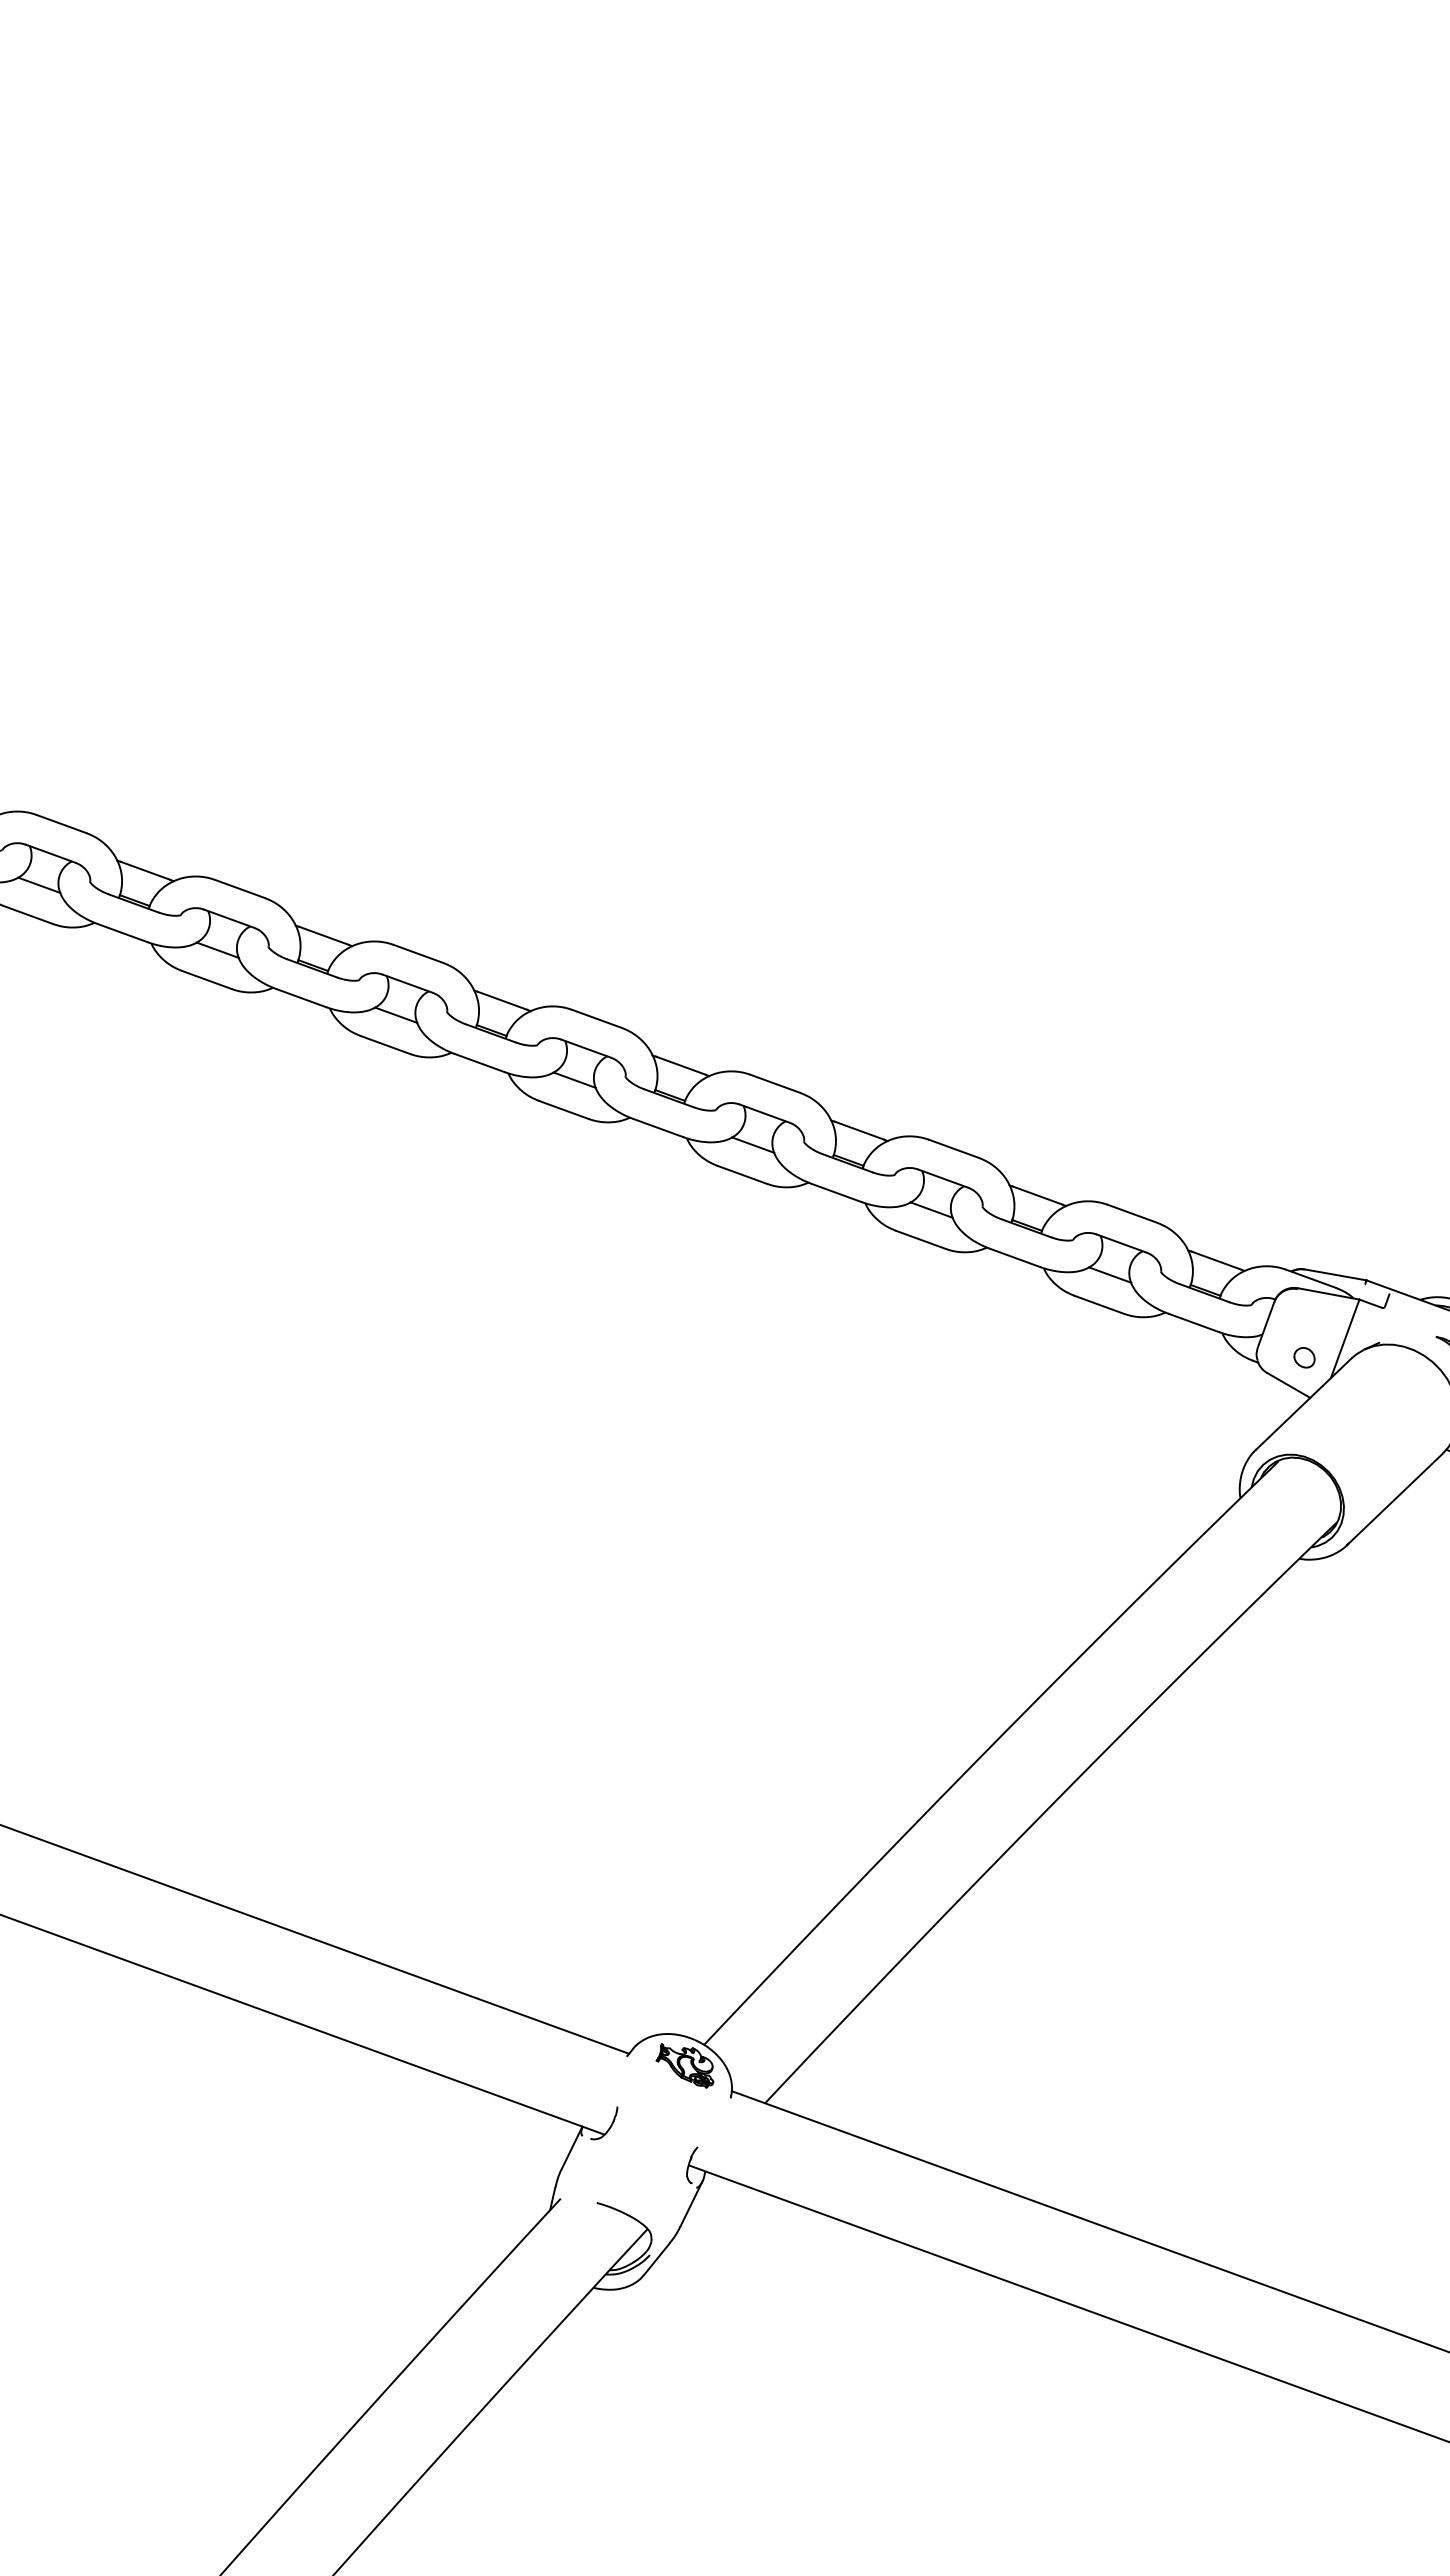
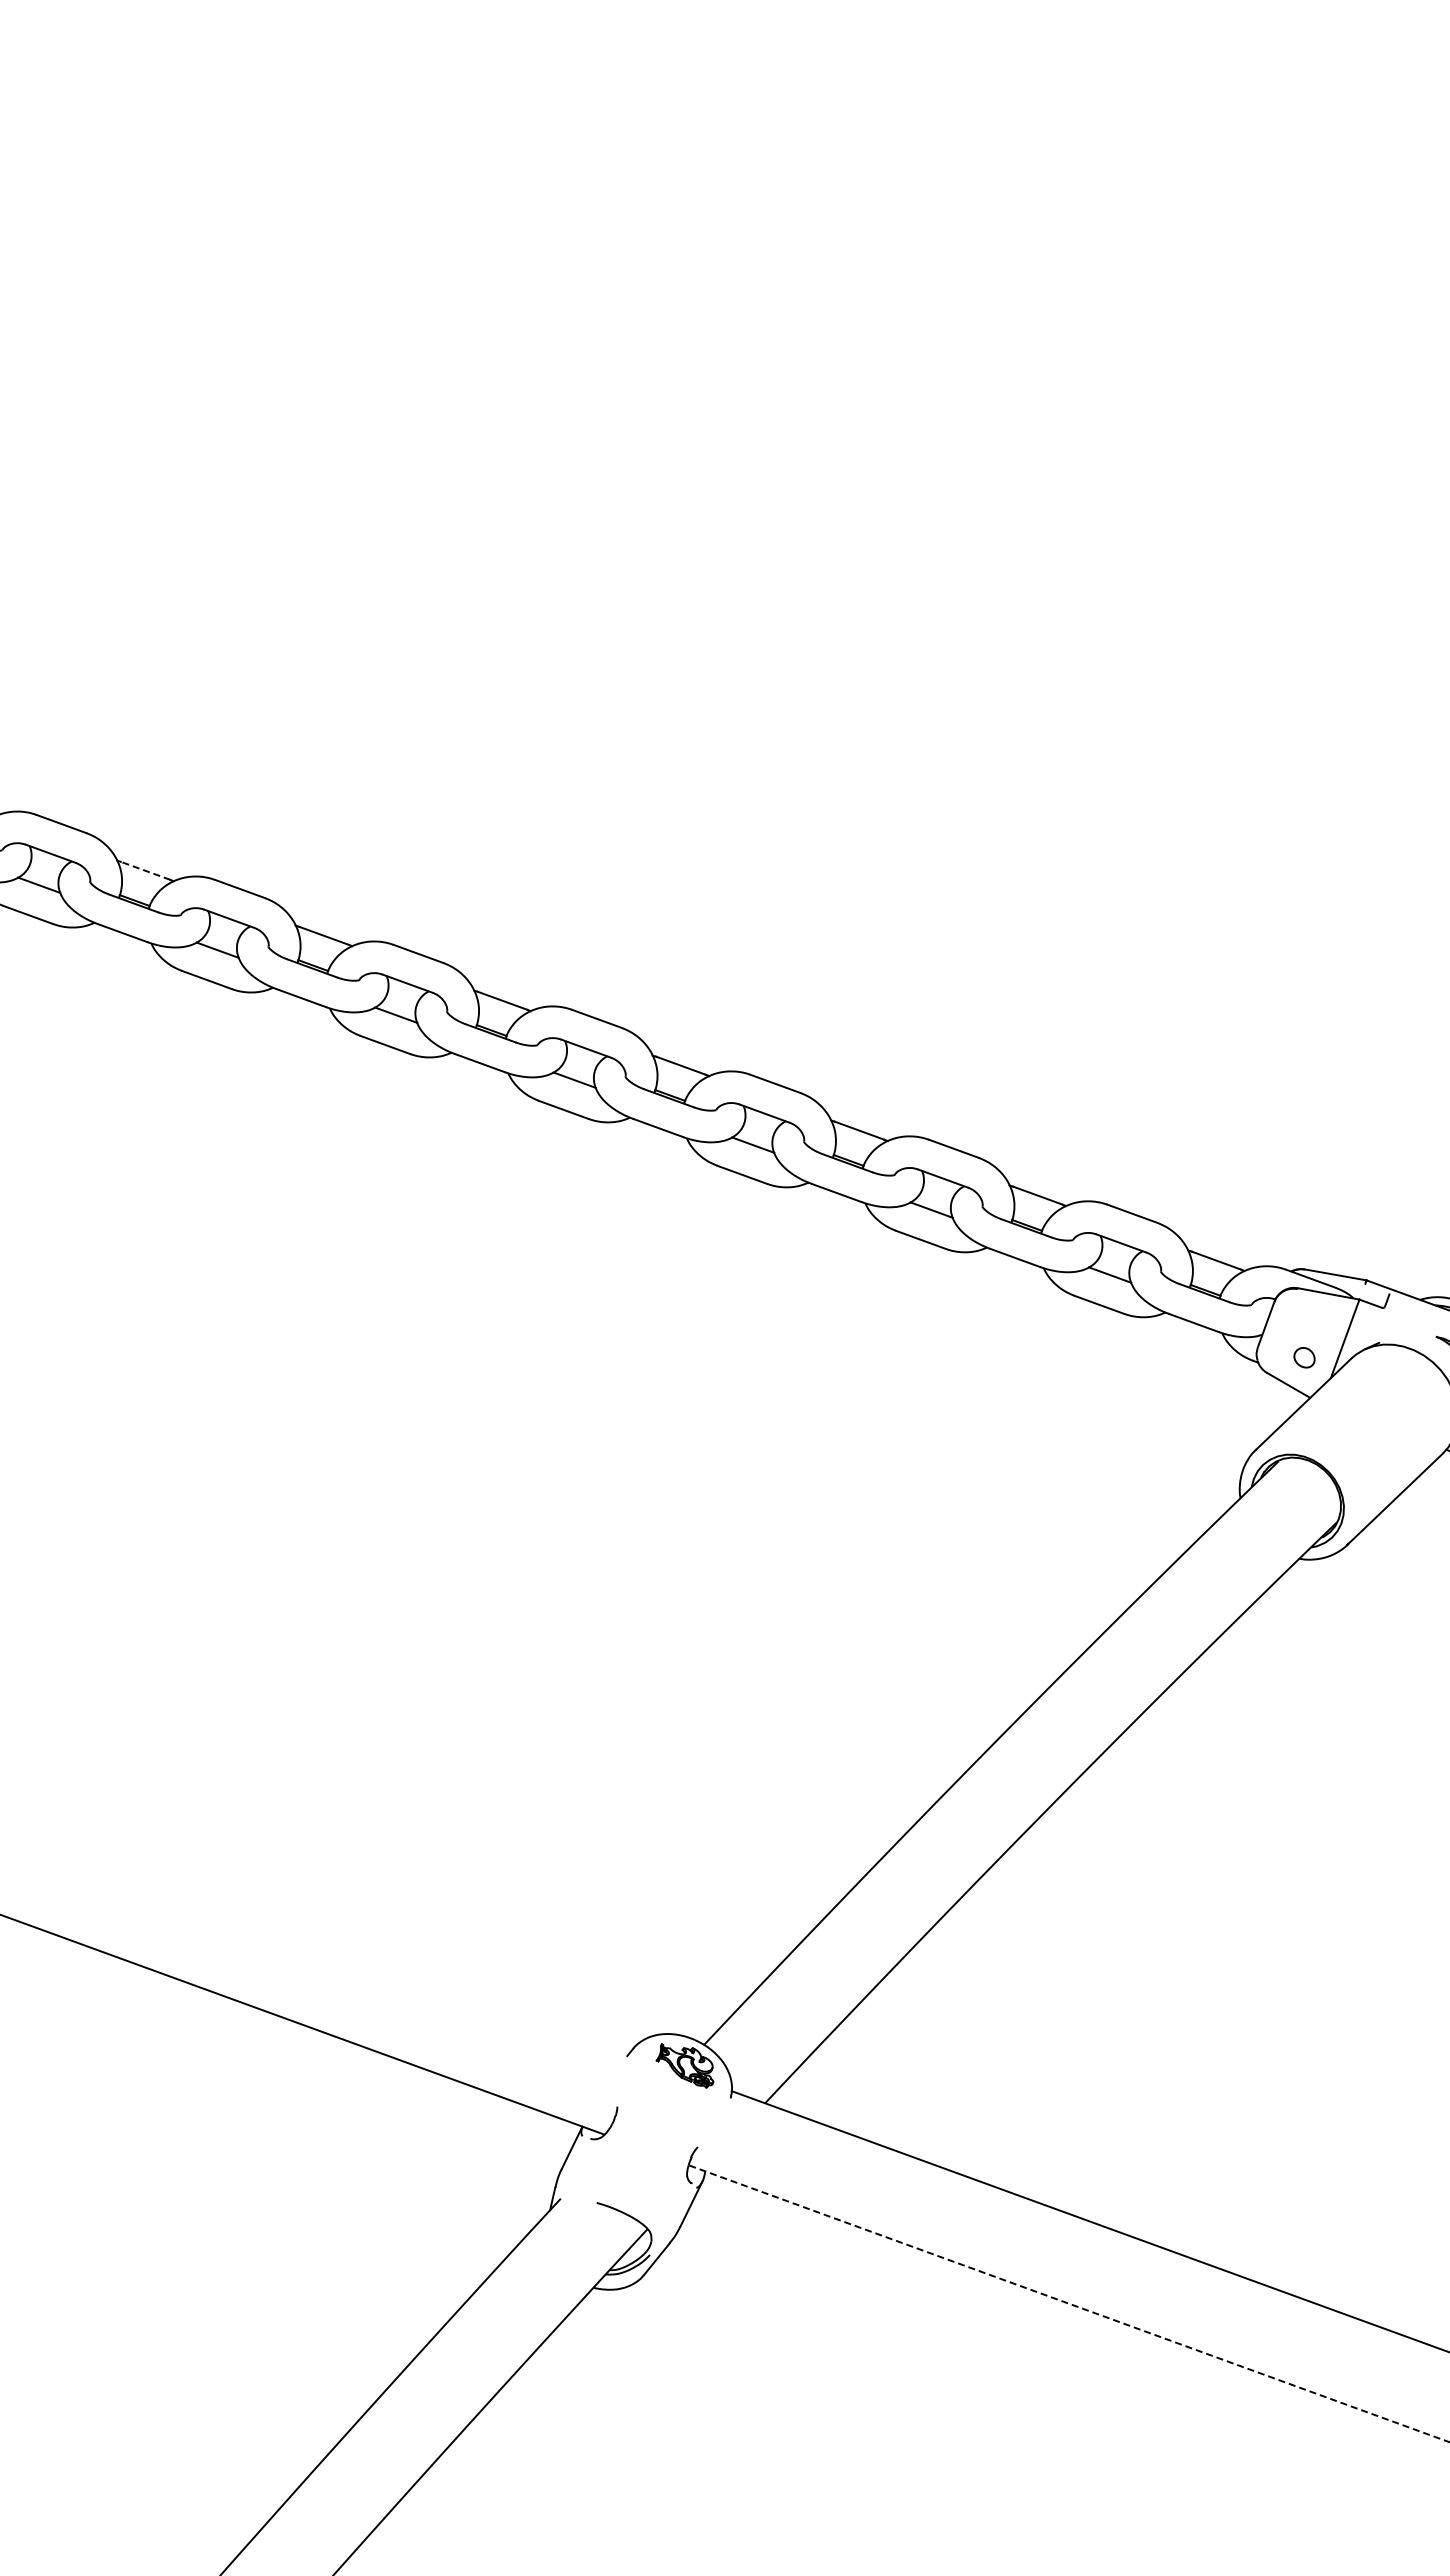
line at (145, 870): solid -> dashed
line at (315, 1939): present -> none
line at (1069, 2304): solid -> dashed
